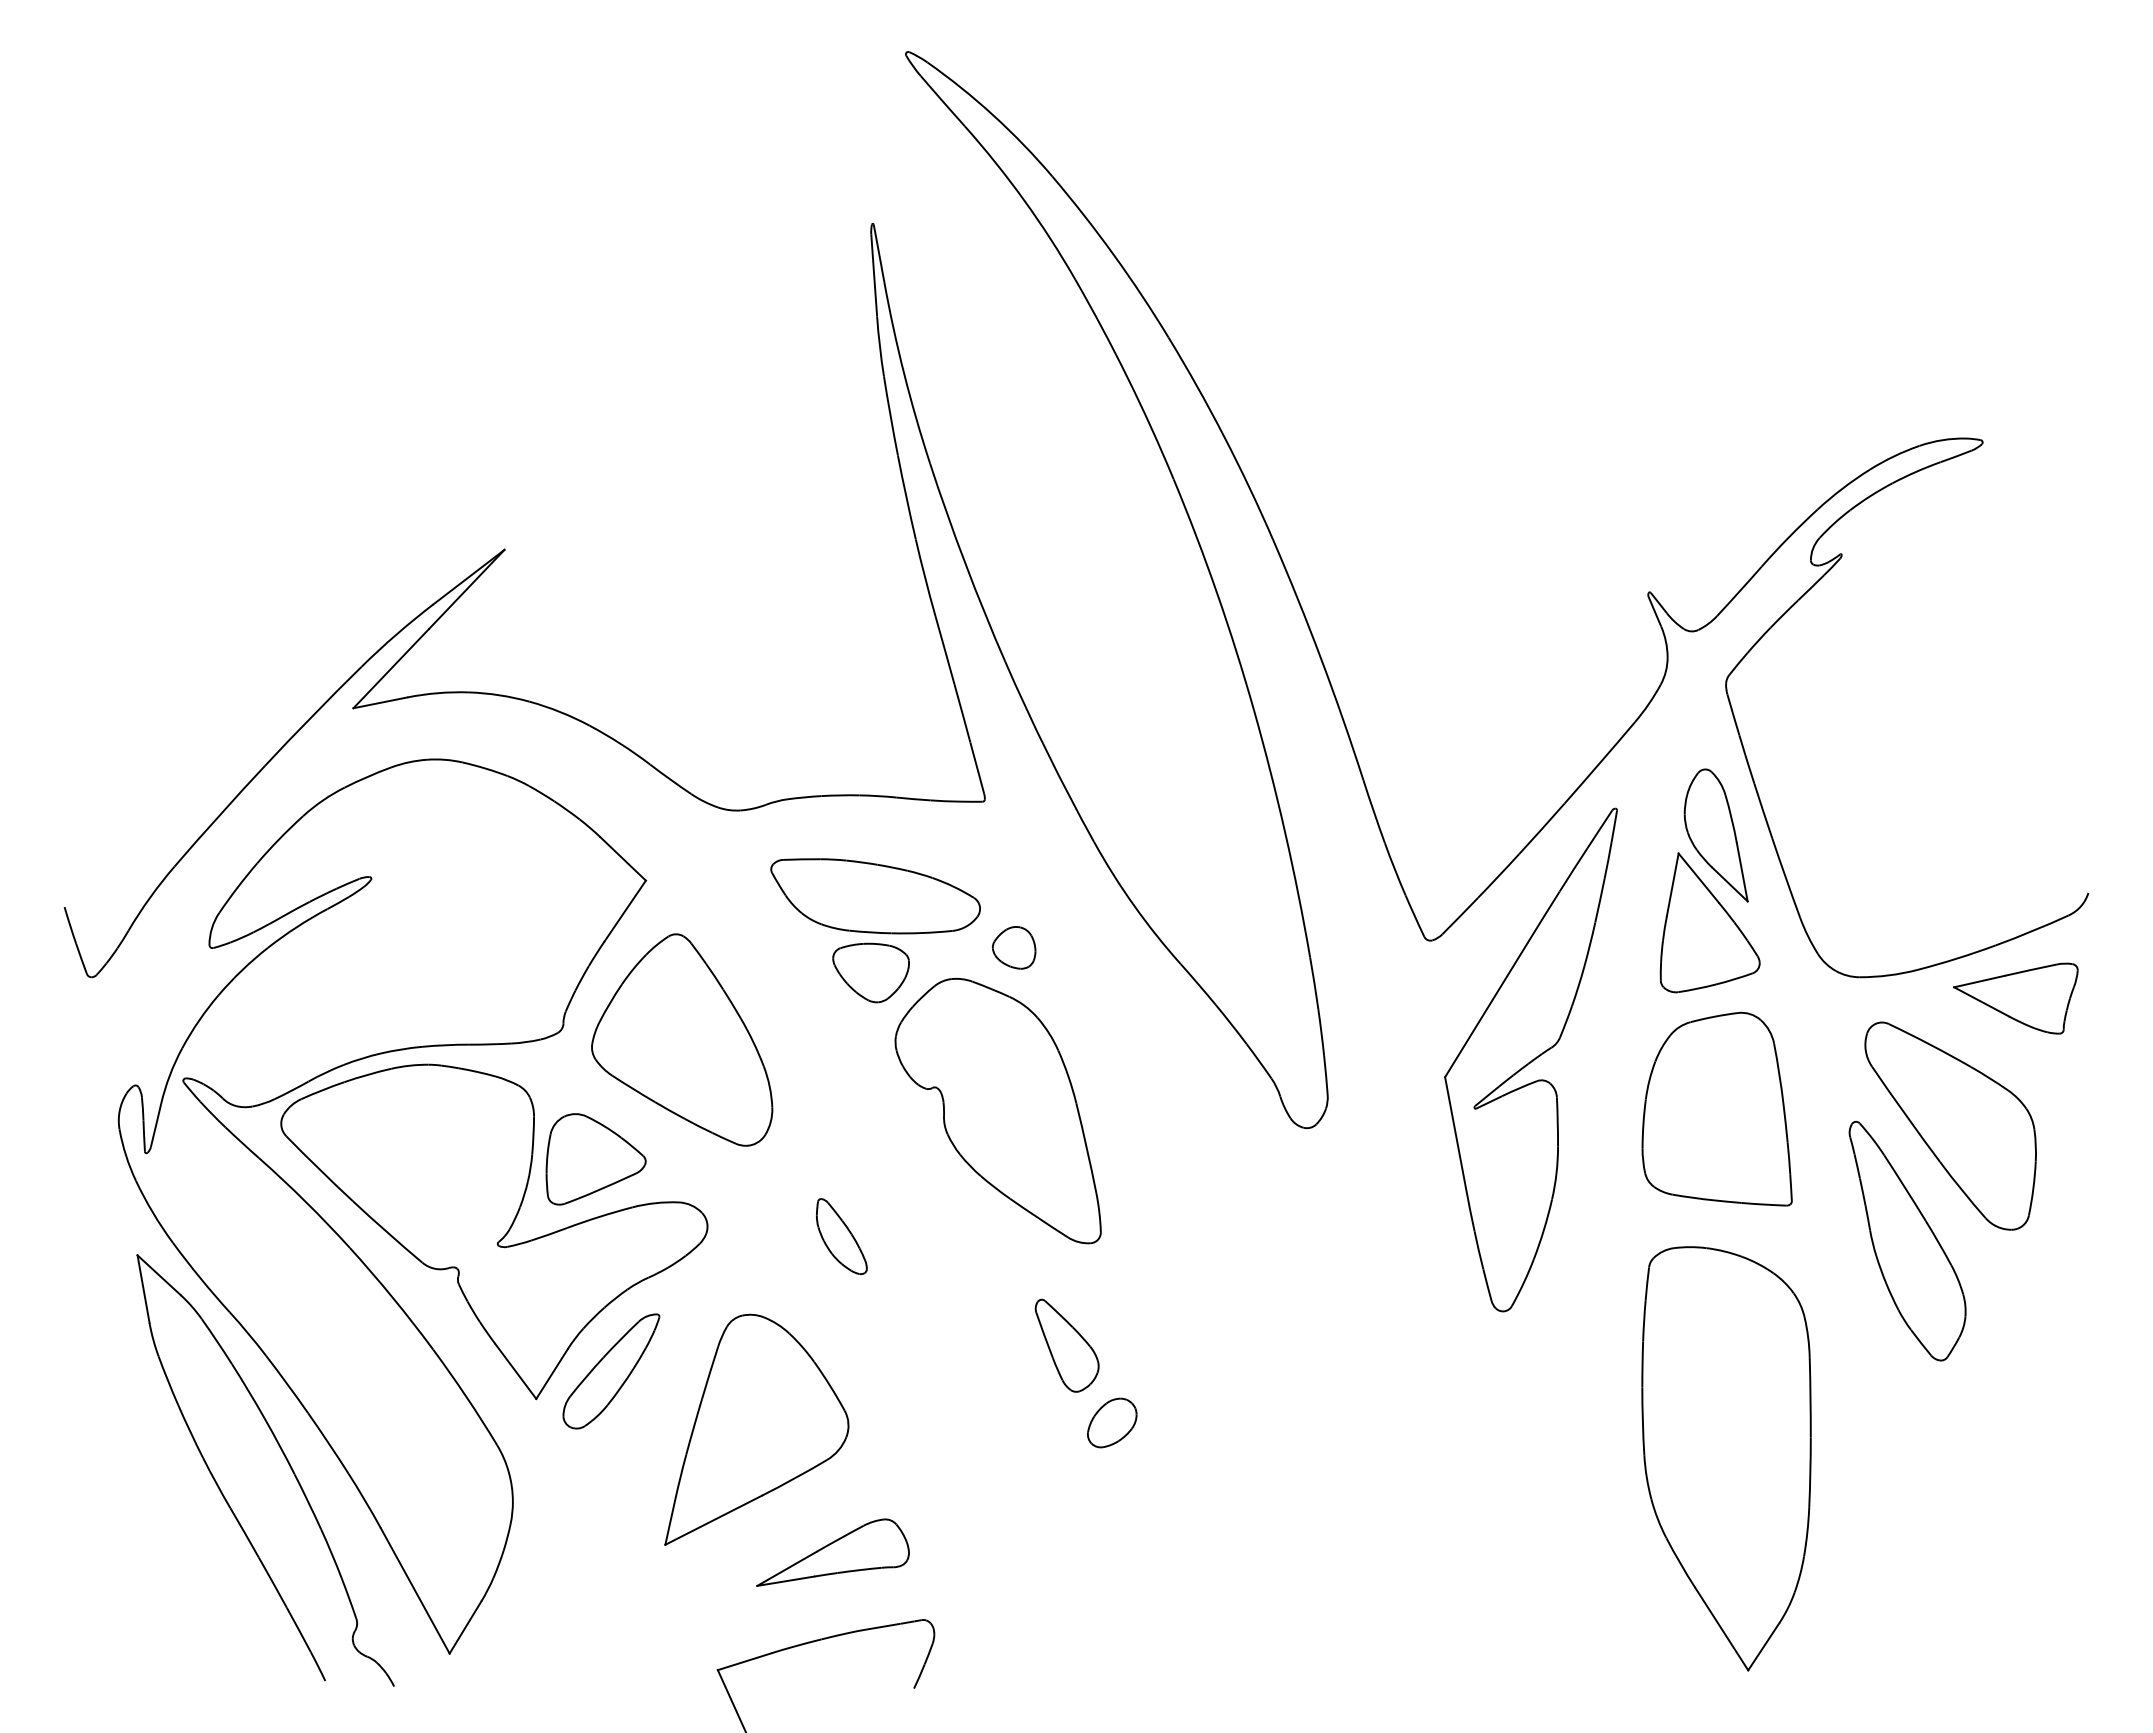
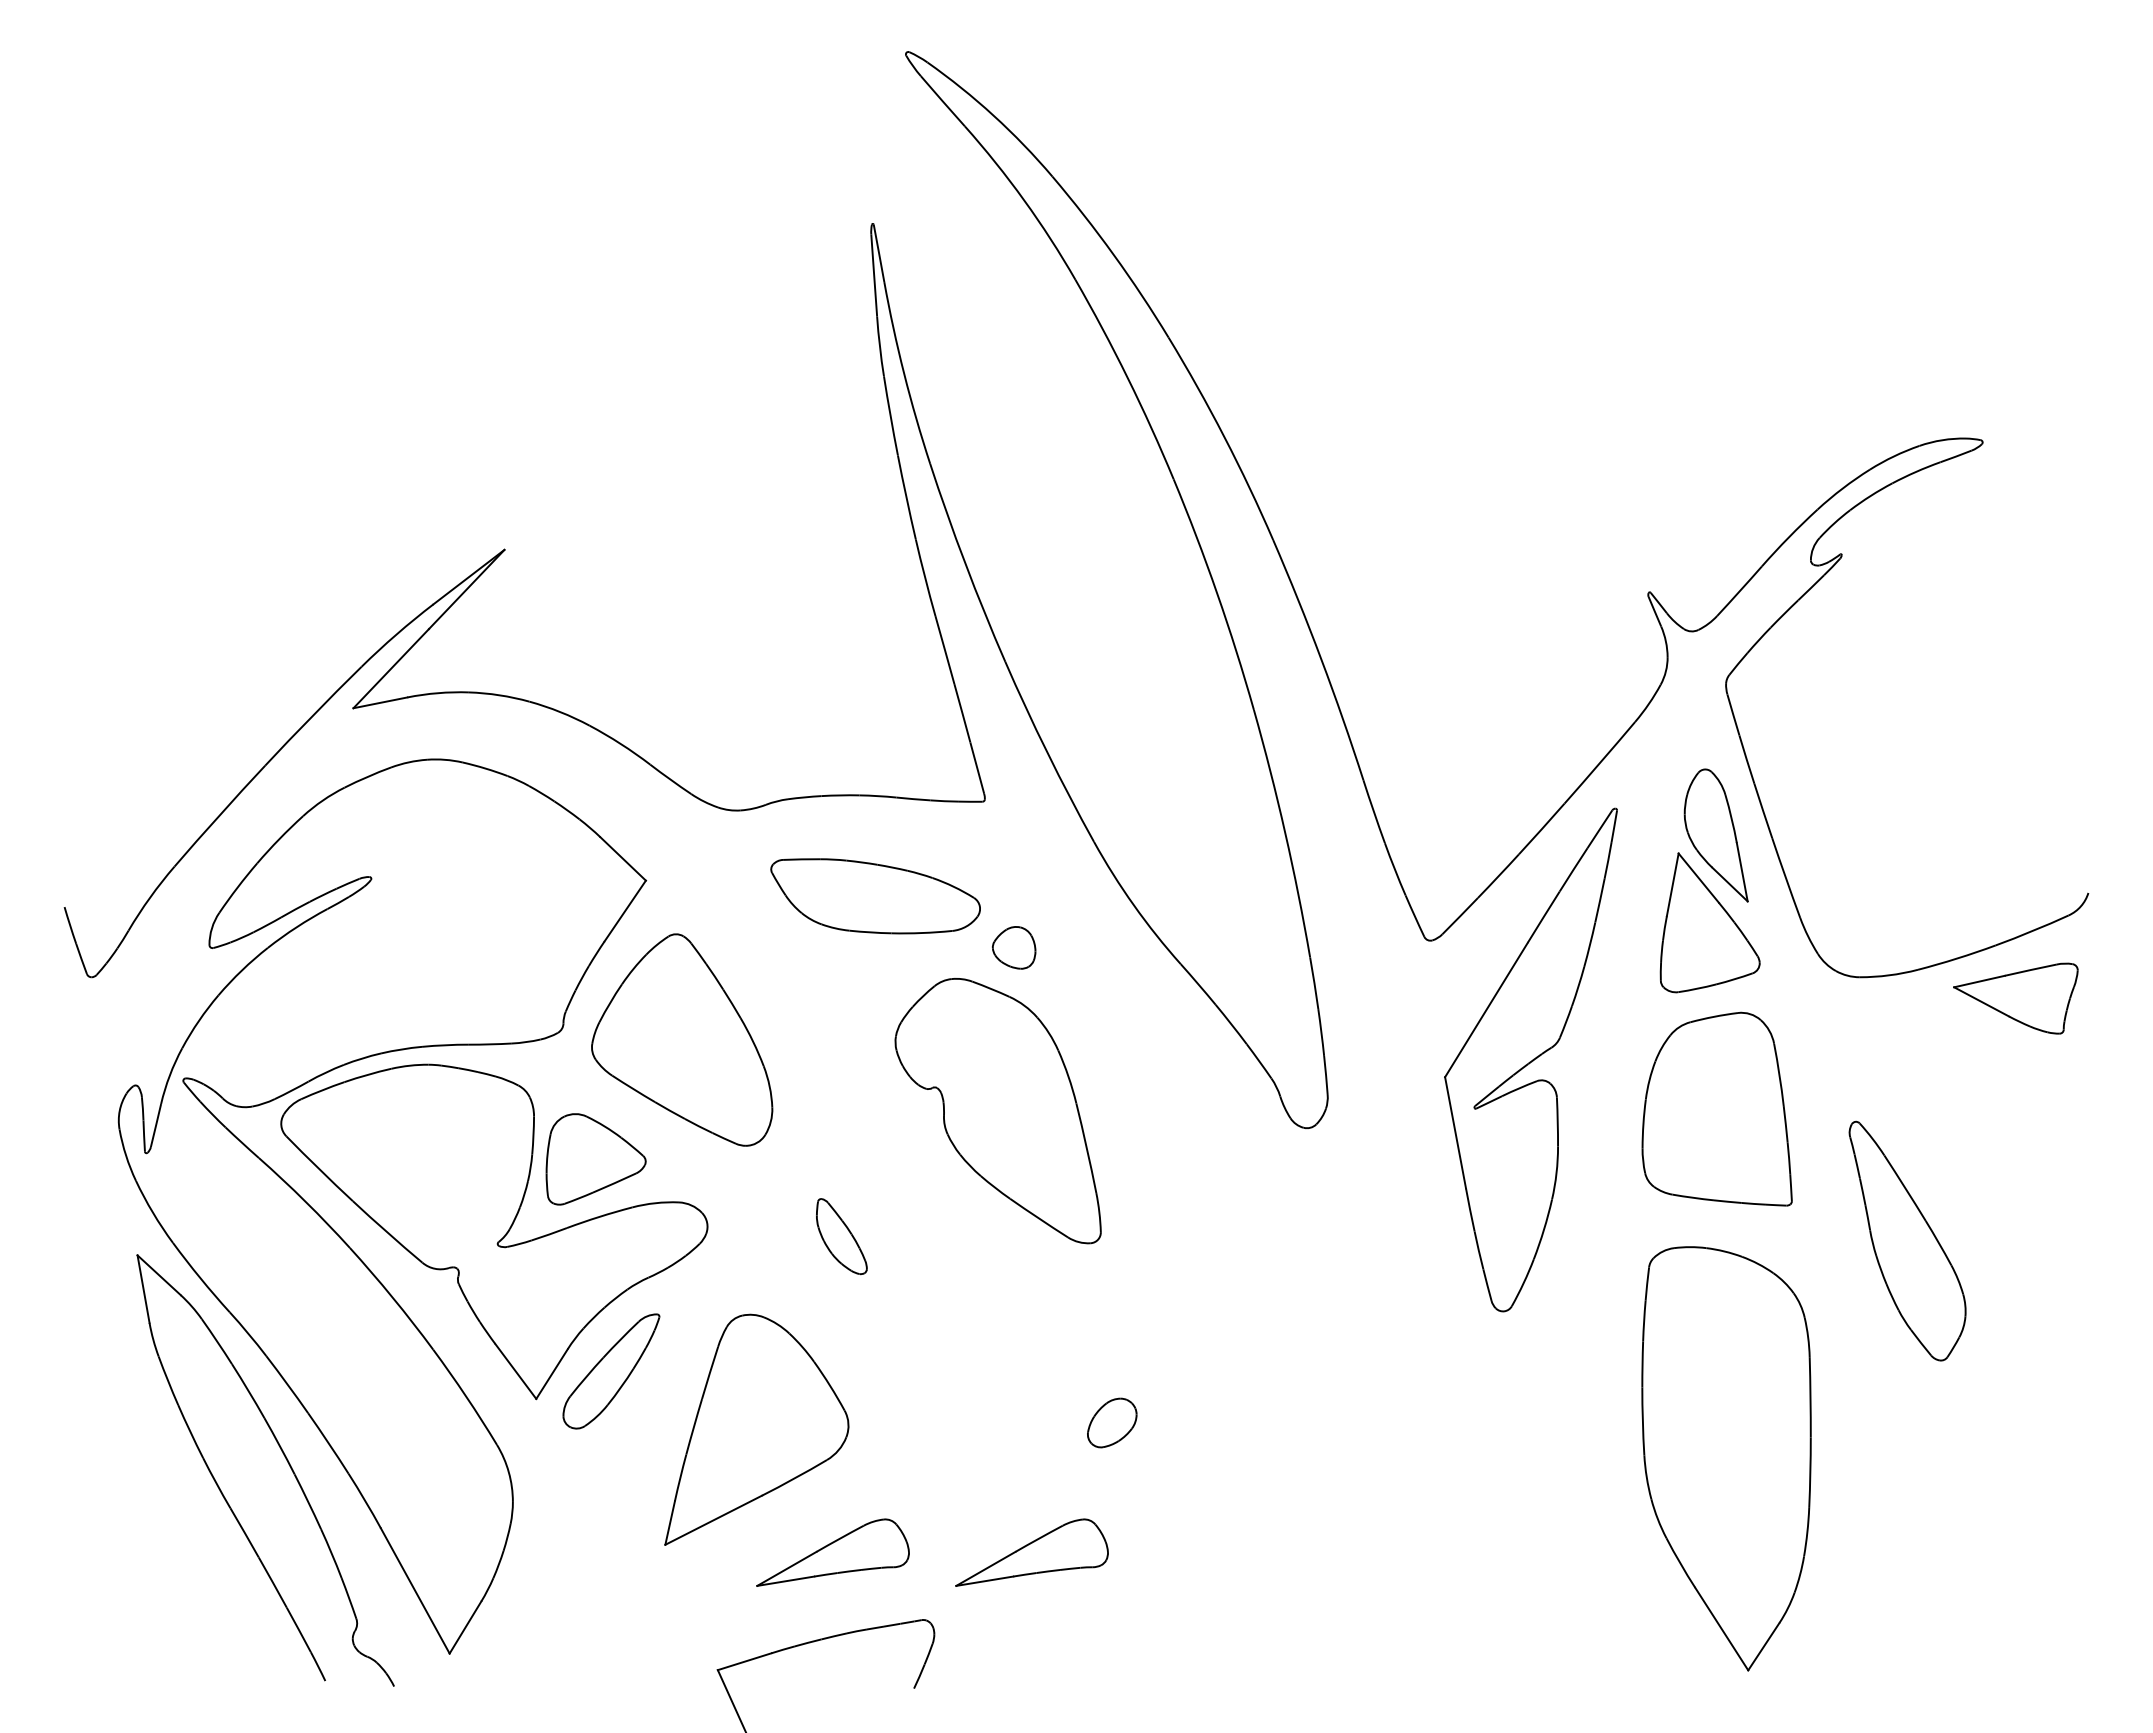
part at (870, 972): present -> none
part at (1950, 1125): present -> none
part at (1066, 1345): present -> none
part at (1031, 1552): none -> present
